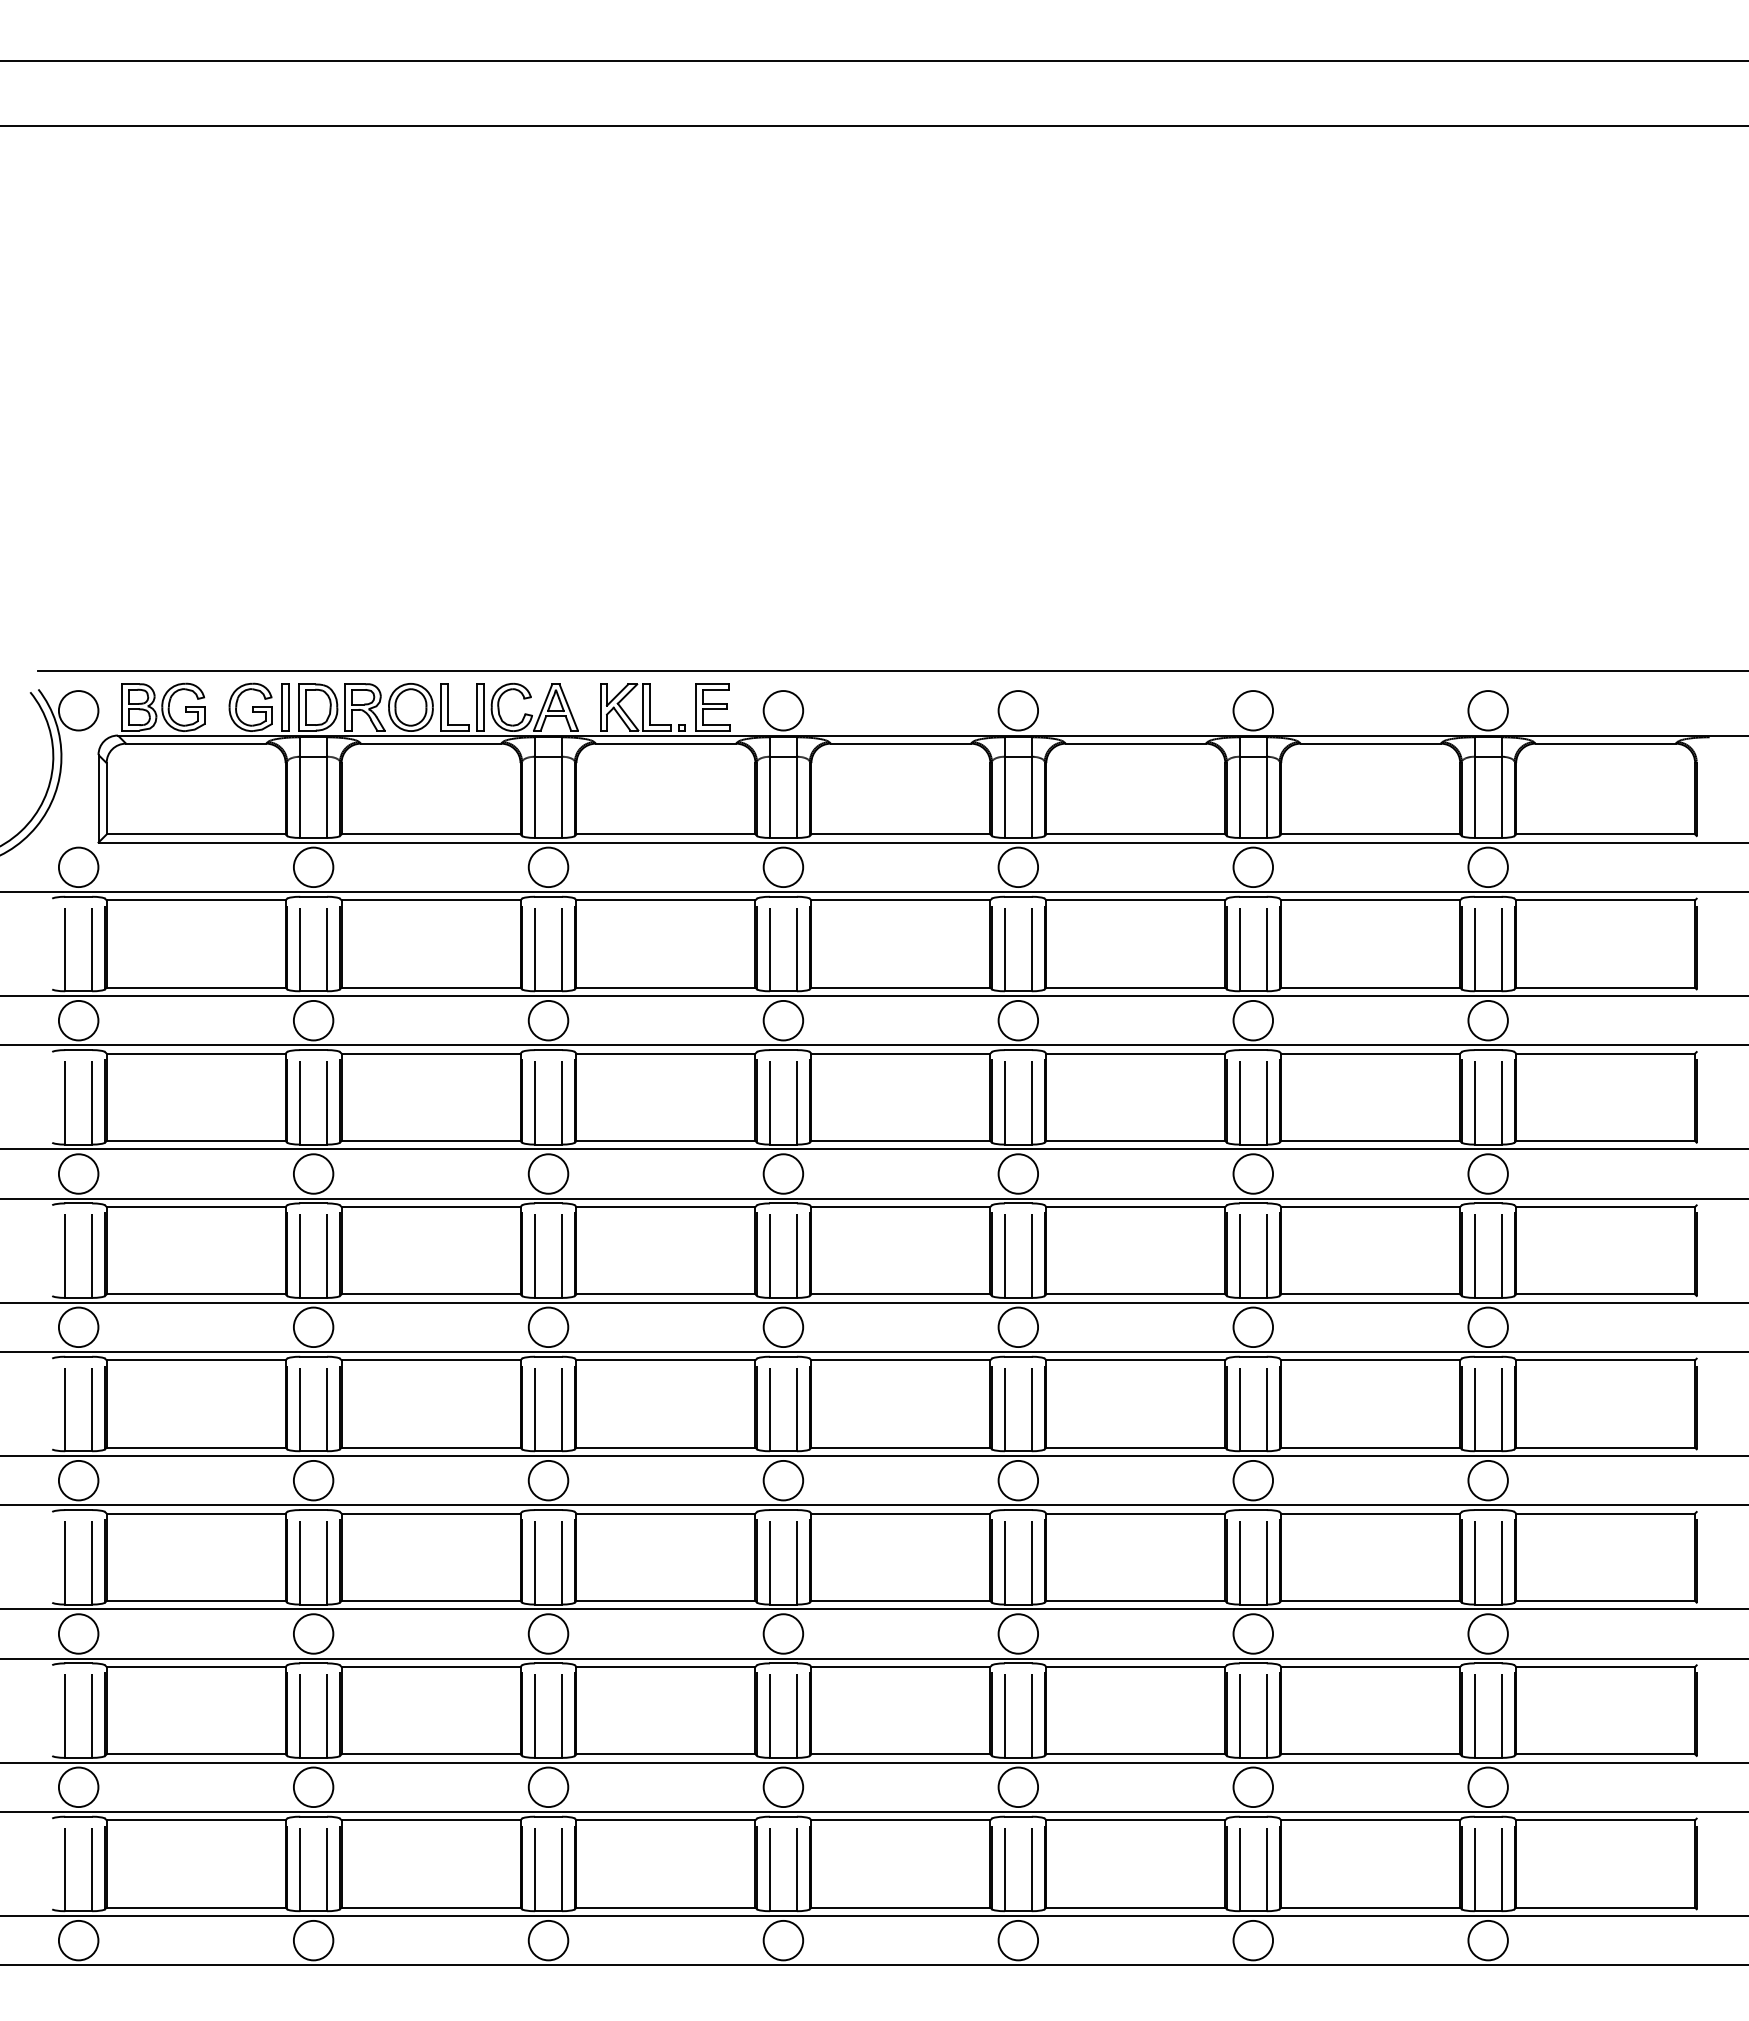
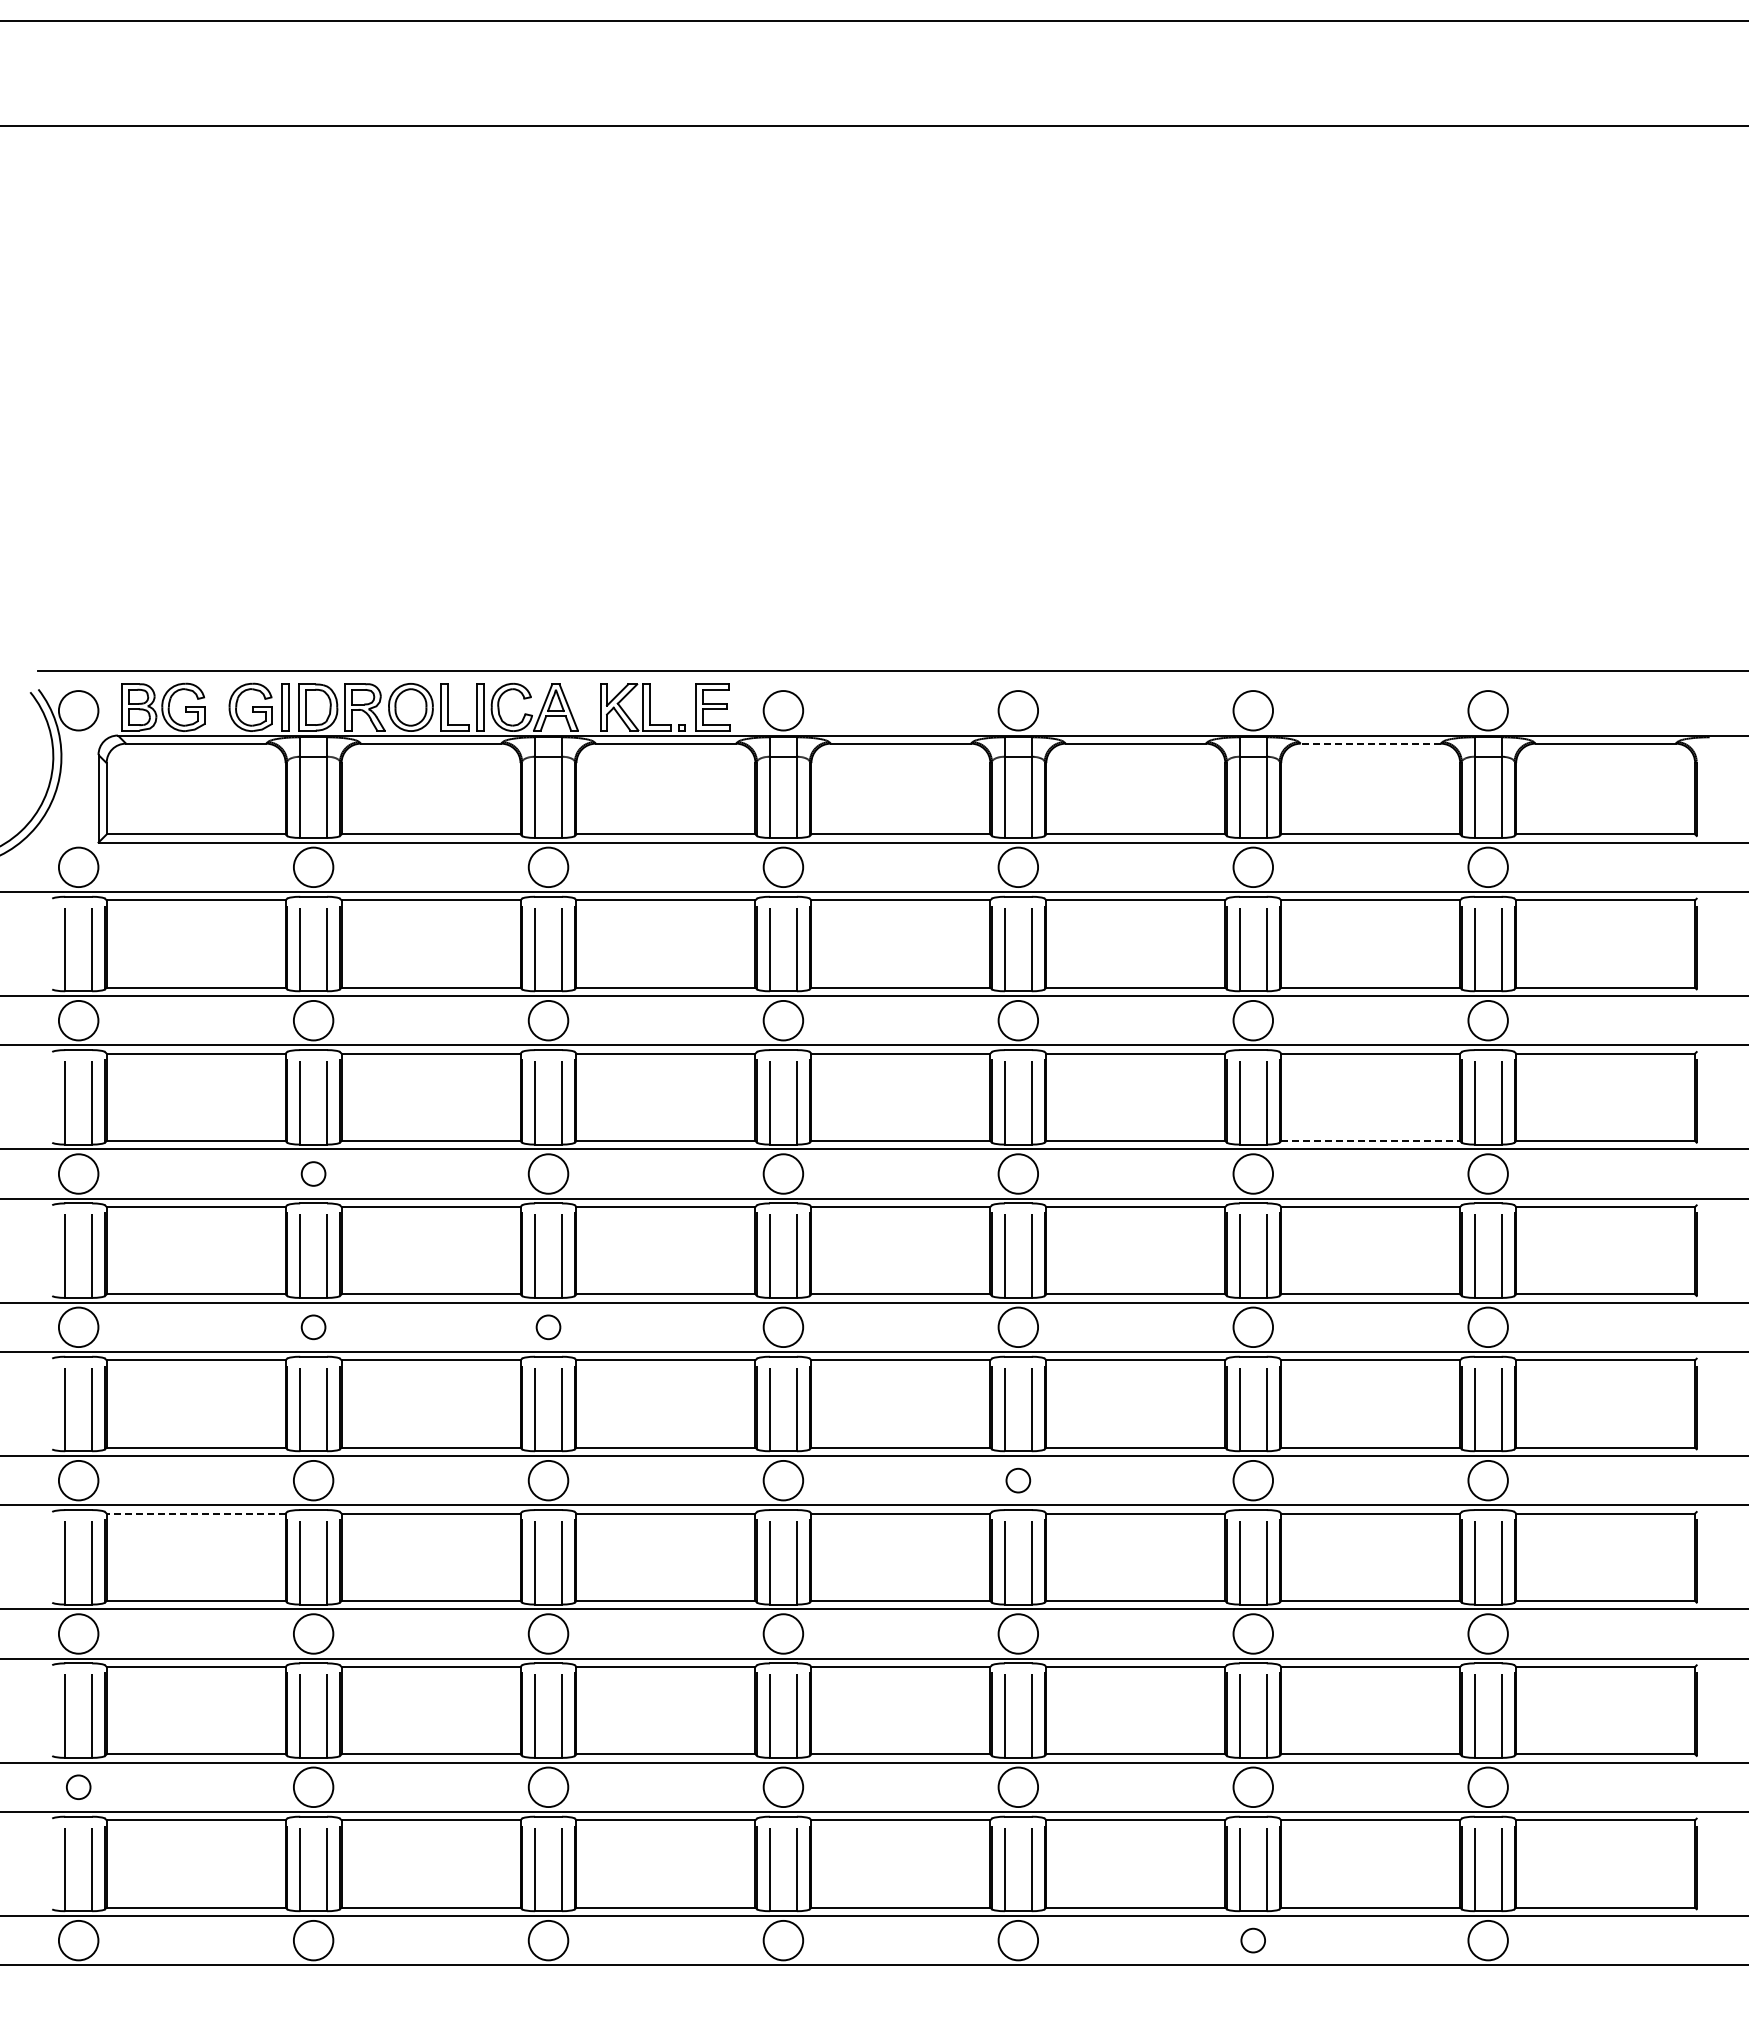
line at (873, 60) position: (873, 60) -> (873, 20)
line at (1370, 743): solid -> dashed
line at (1371, 1141): solid -> dashed
circle at (313, 1173) diameter: 39 px -> 24 px
circle at (313, 1327) diameter: 39 px -> 24 px
circle at (548, 1327) diameter: 39 px -> 24 px
circle at (1018, 1480) diameter: 39 px -> 24 px
line at (195, 1513): solid -> dashed
circle at (78, 1787) diameter: 39 px -> 24 px
circle at (1253, 1940) diameter: 39 px -> 24 px
